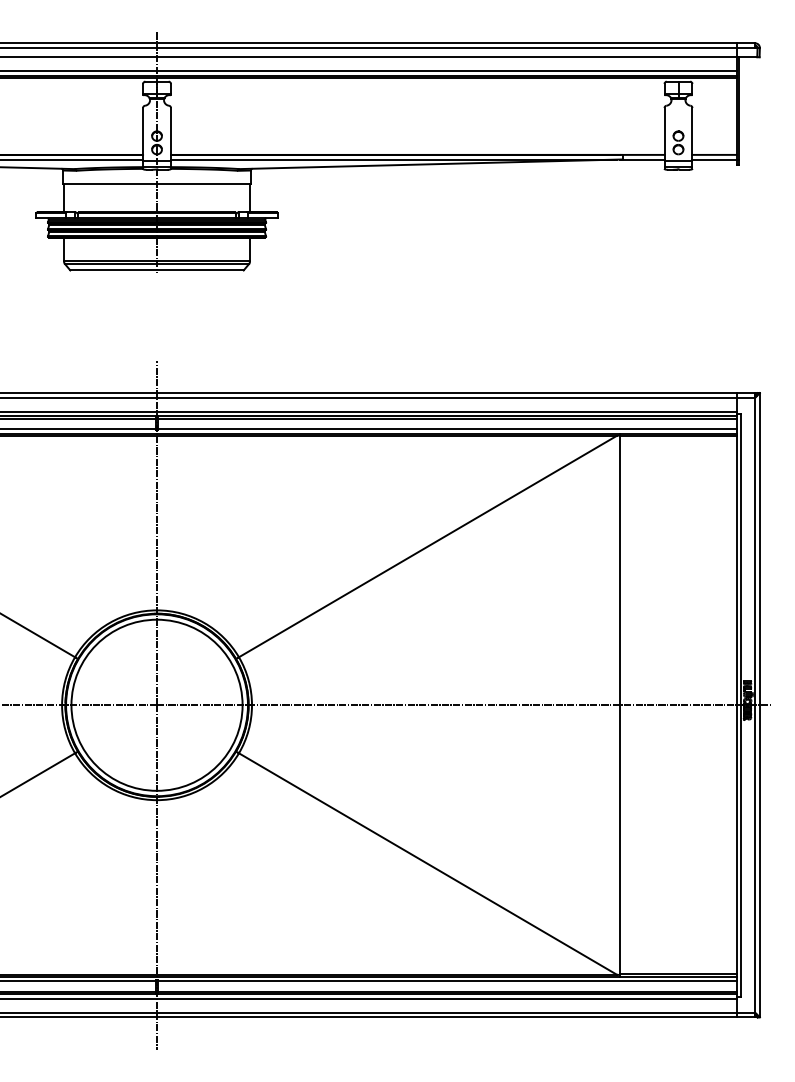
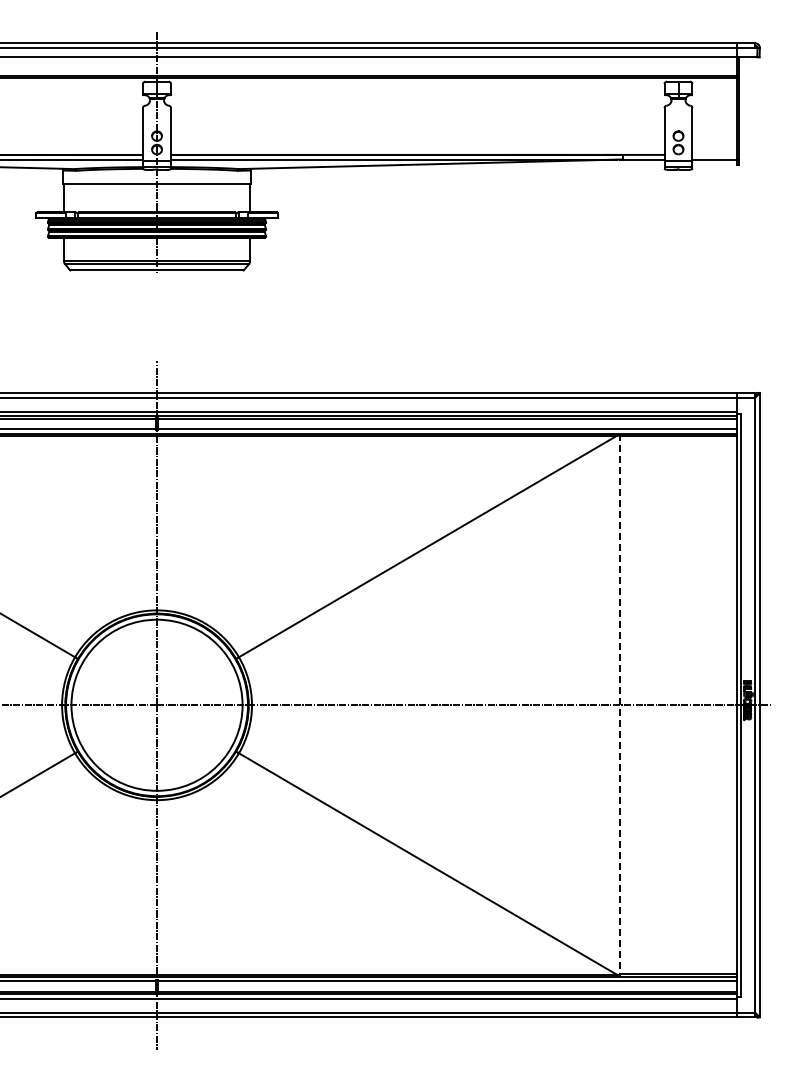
line at (369, 71): present -> none
line at (714, 154): present -> none
line at (620, 705): solid -> dashed
